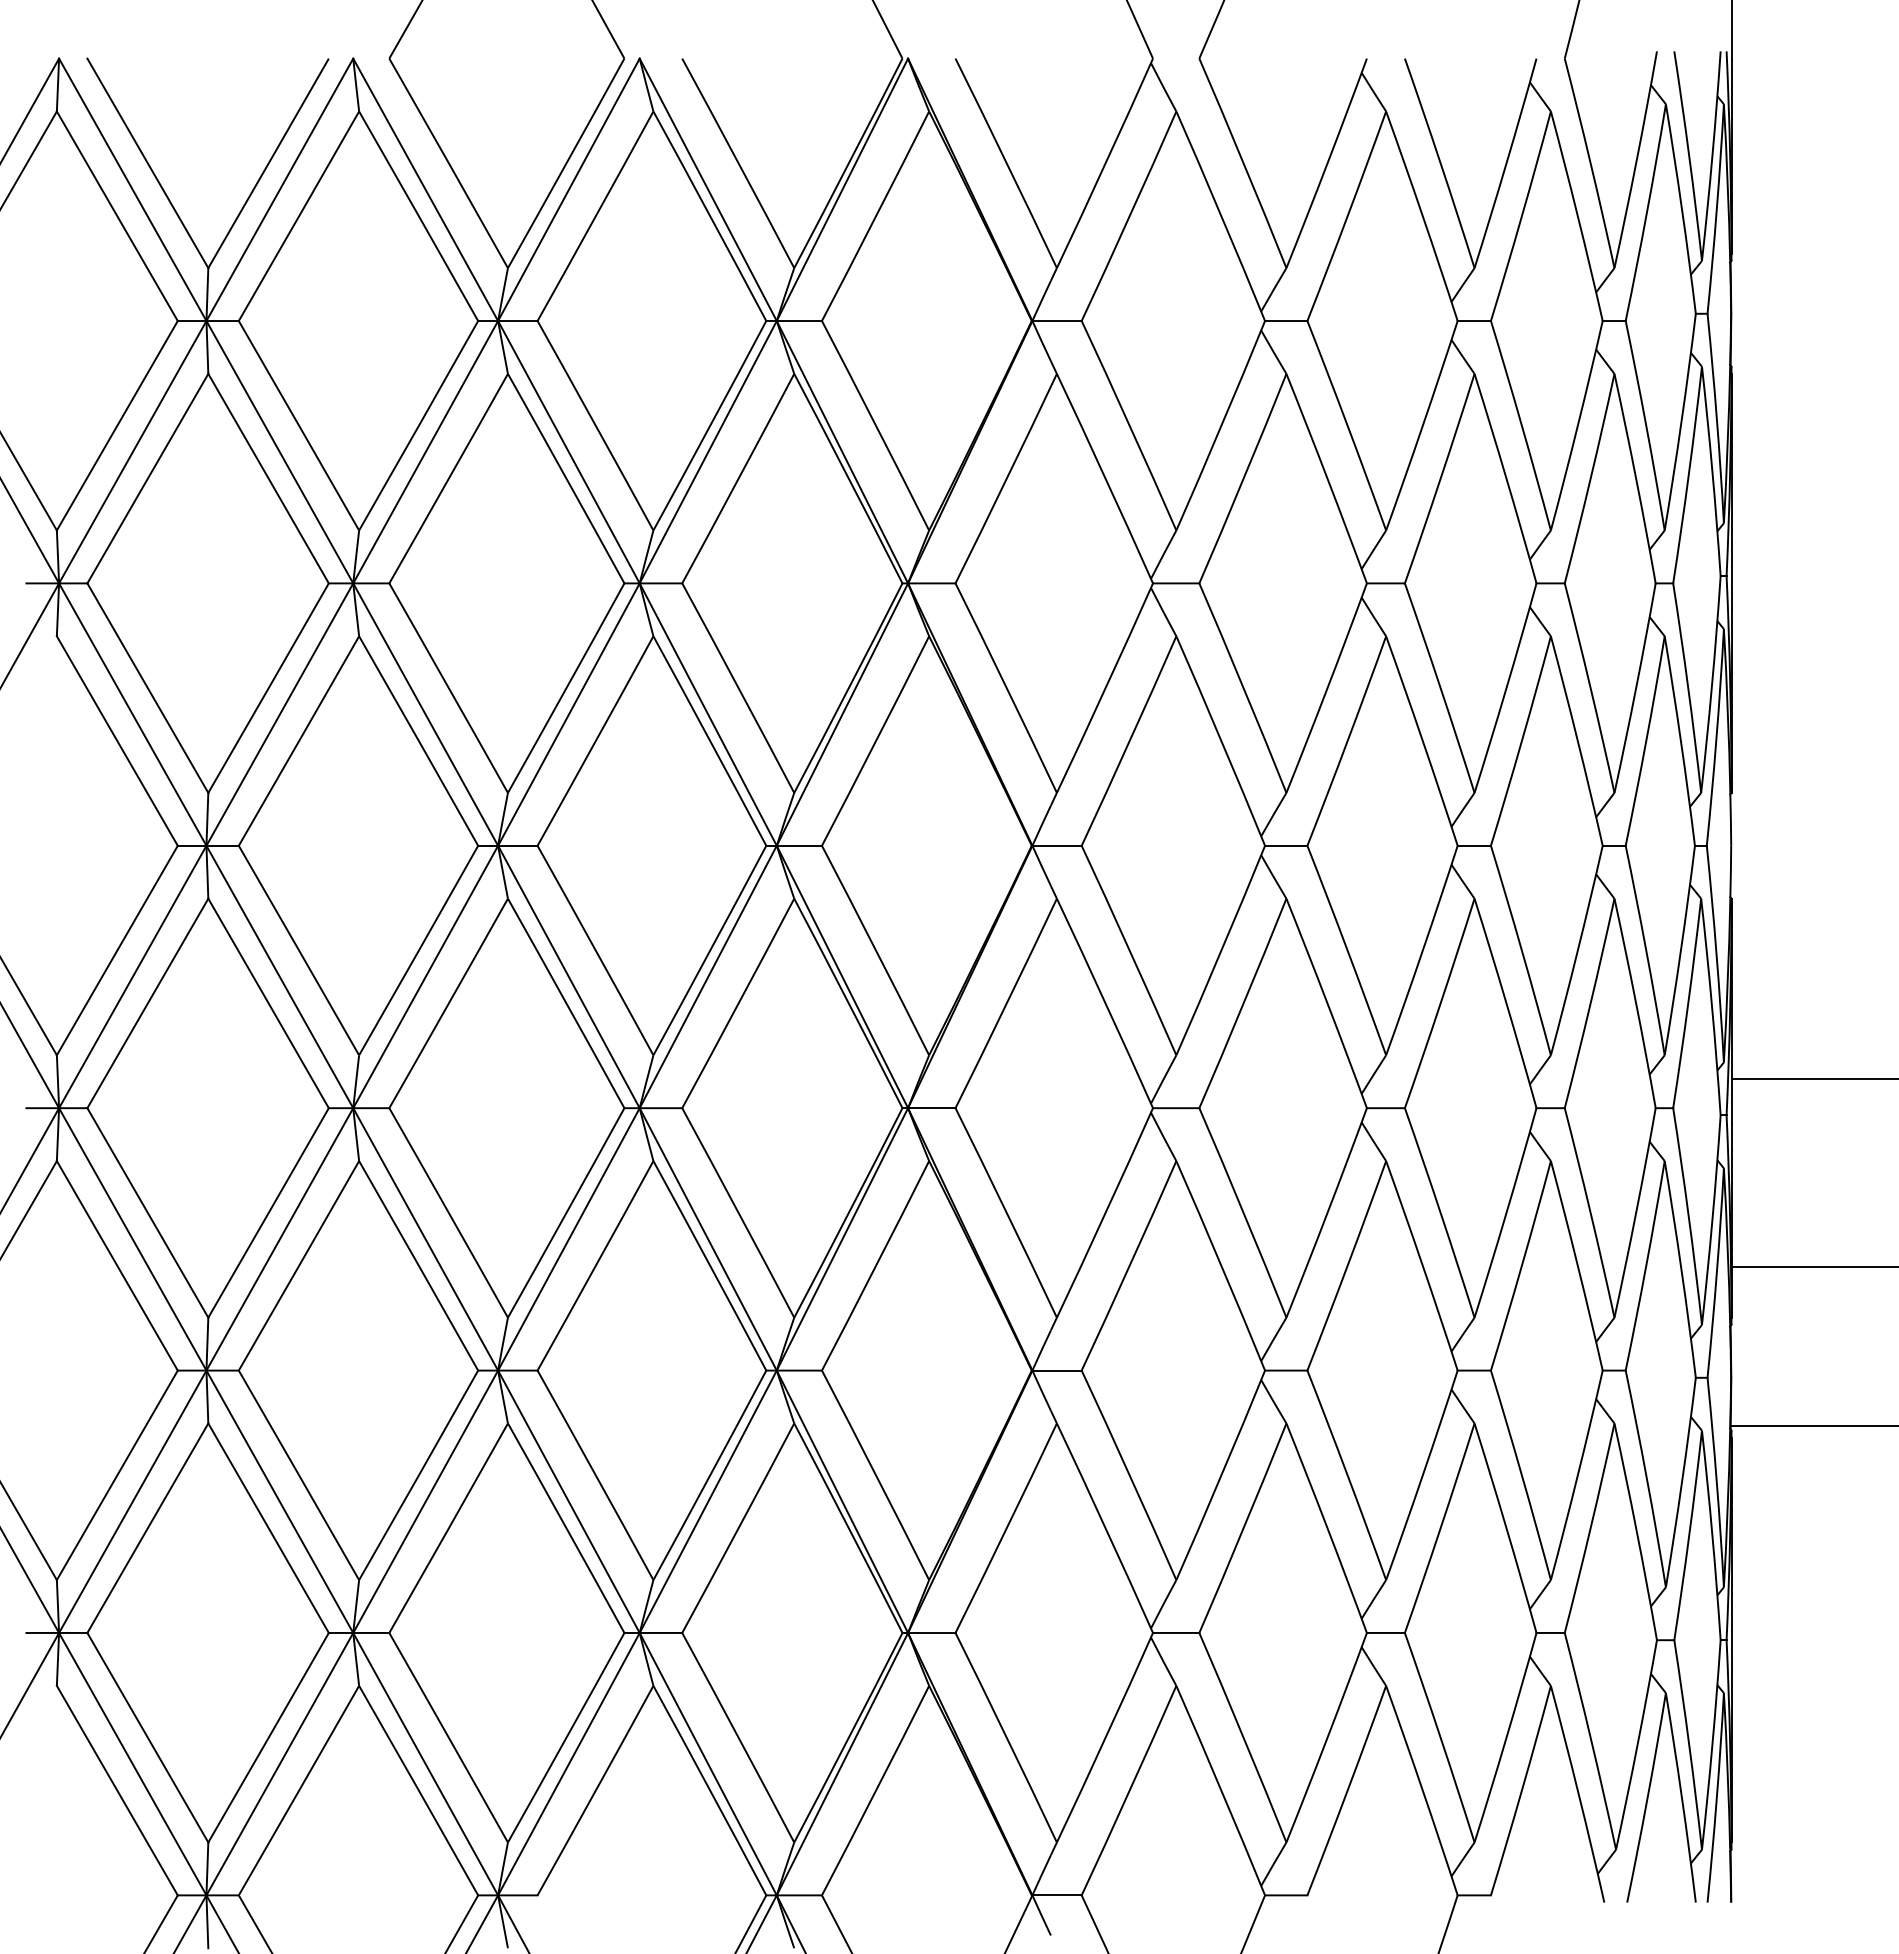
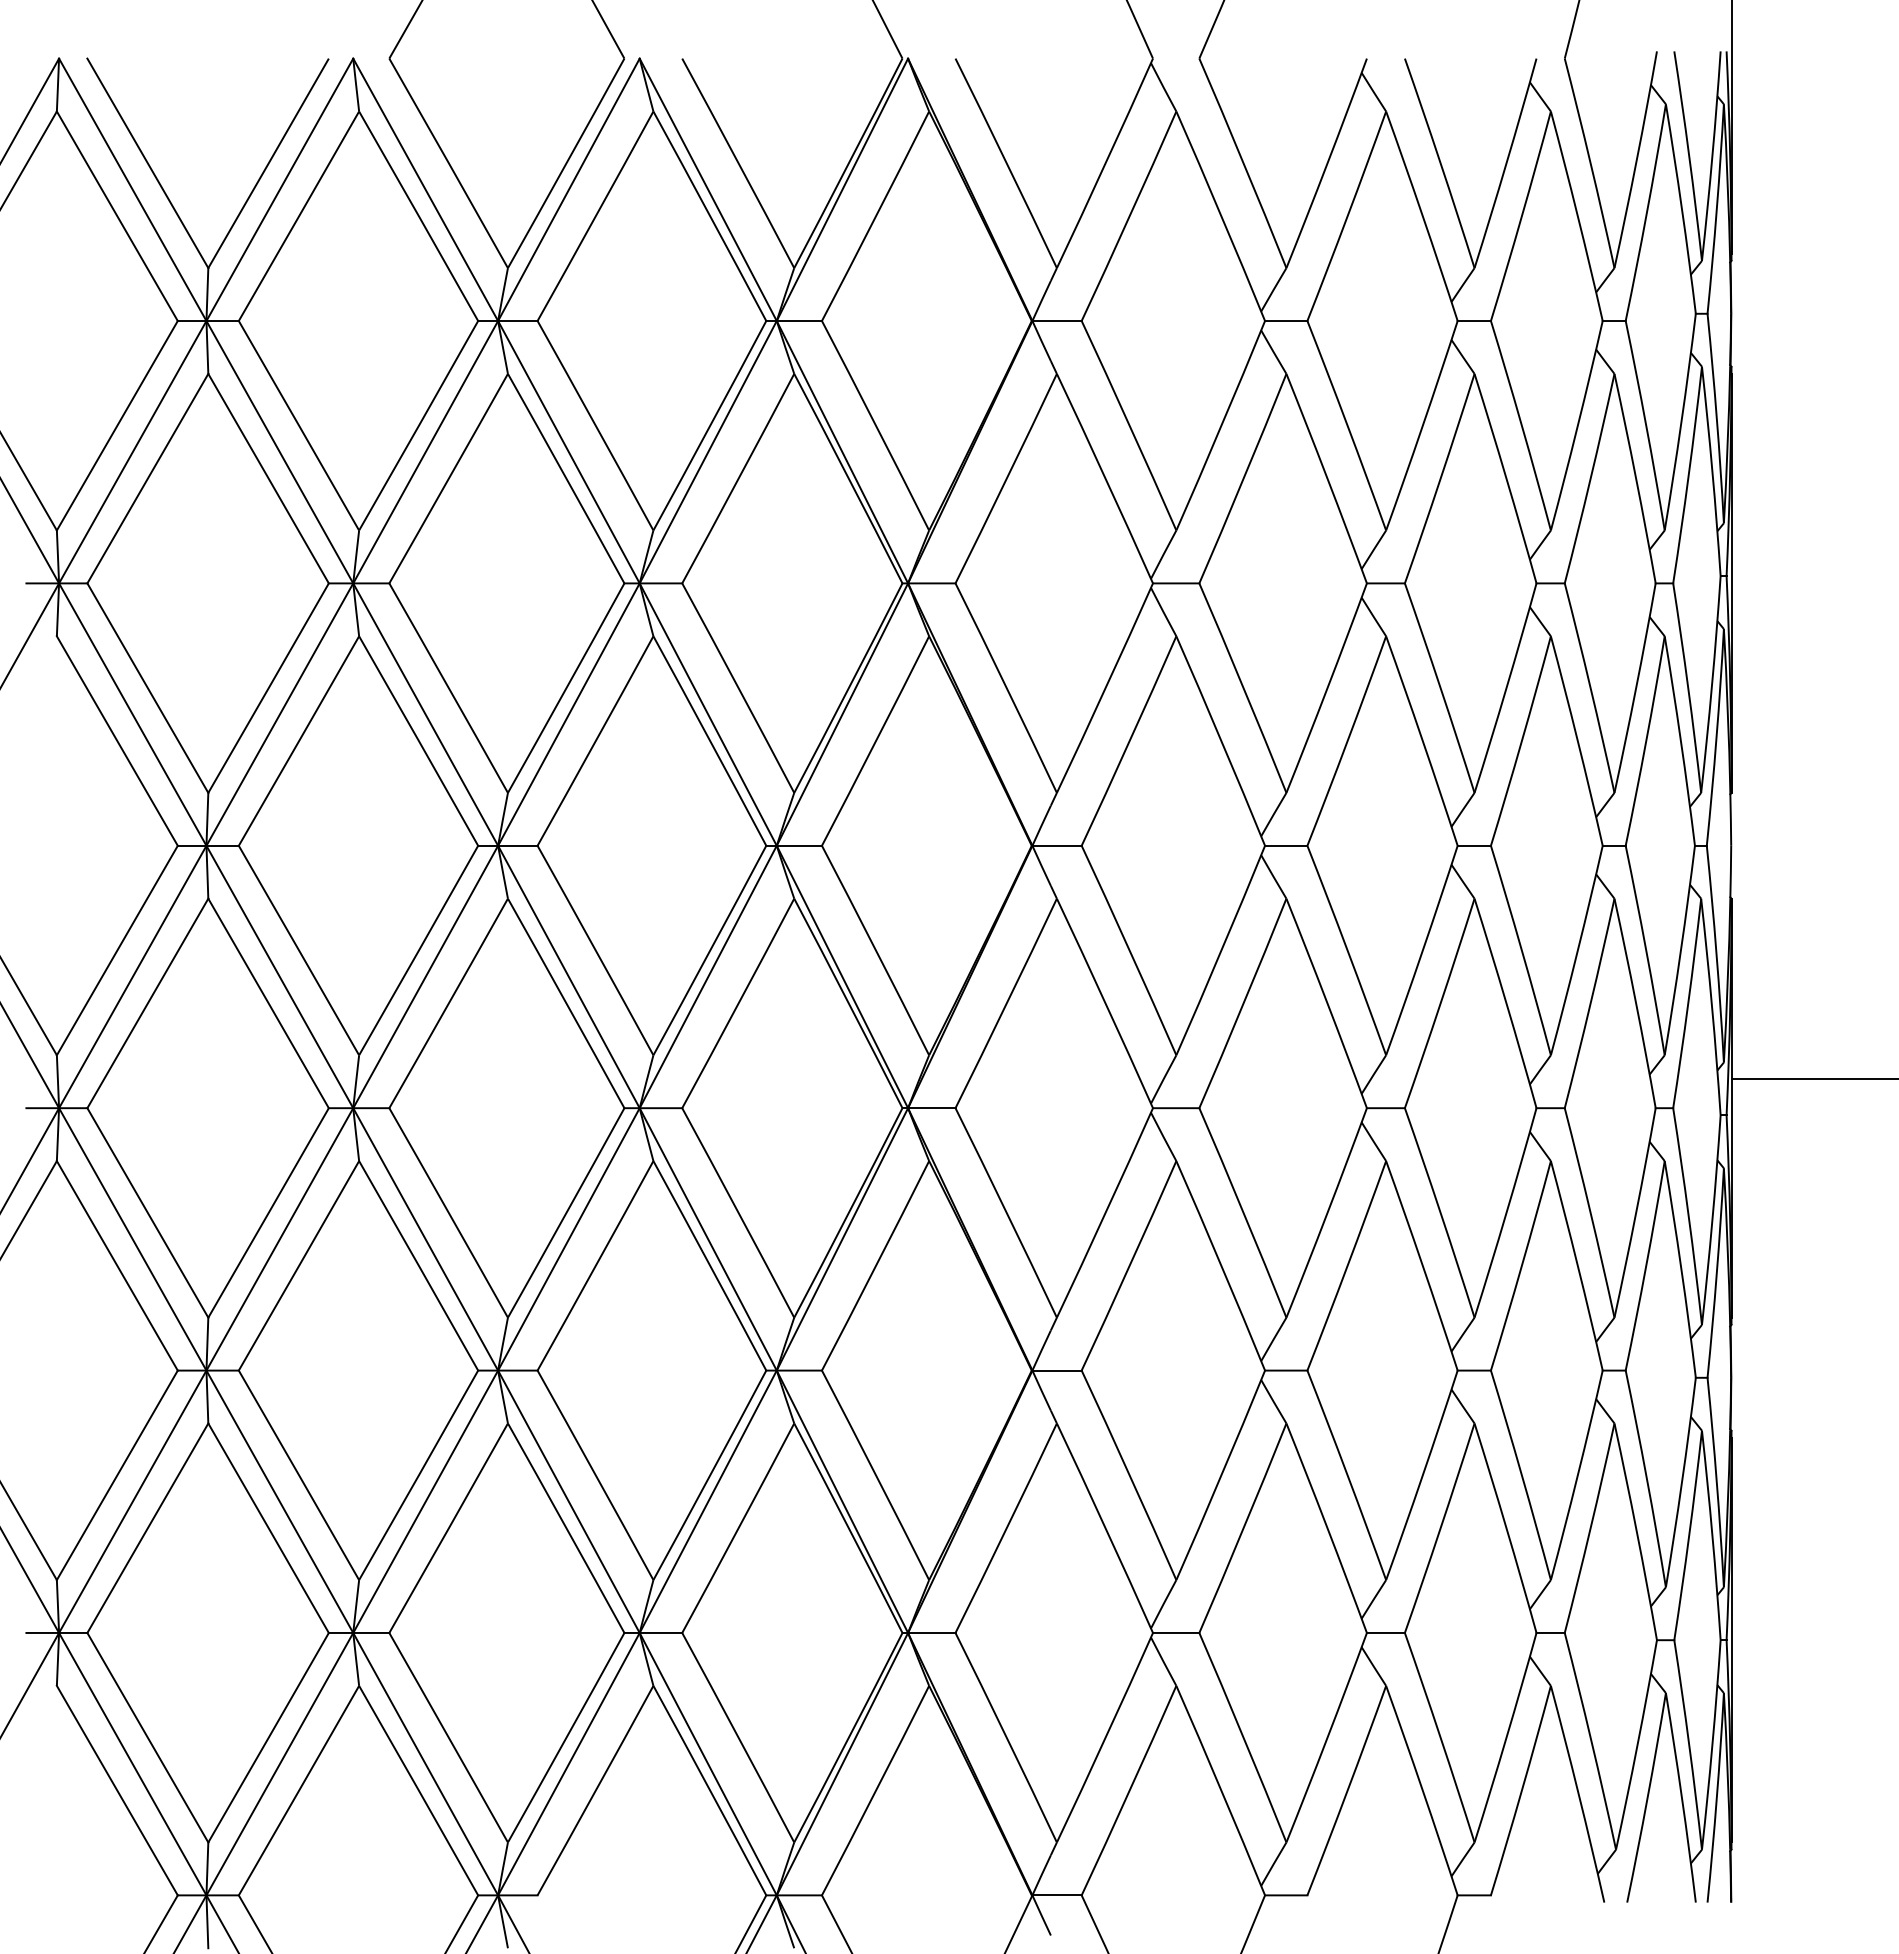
line at (1813, 1266): present -> none
line at (1812, 1426): present -> none
